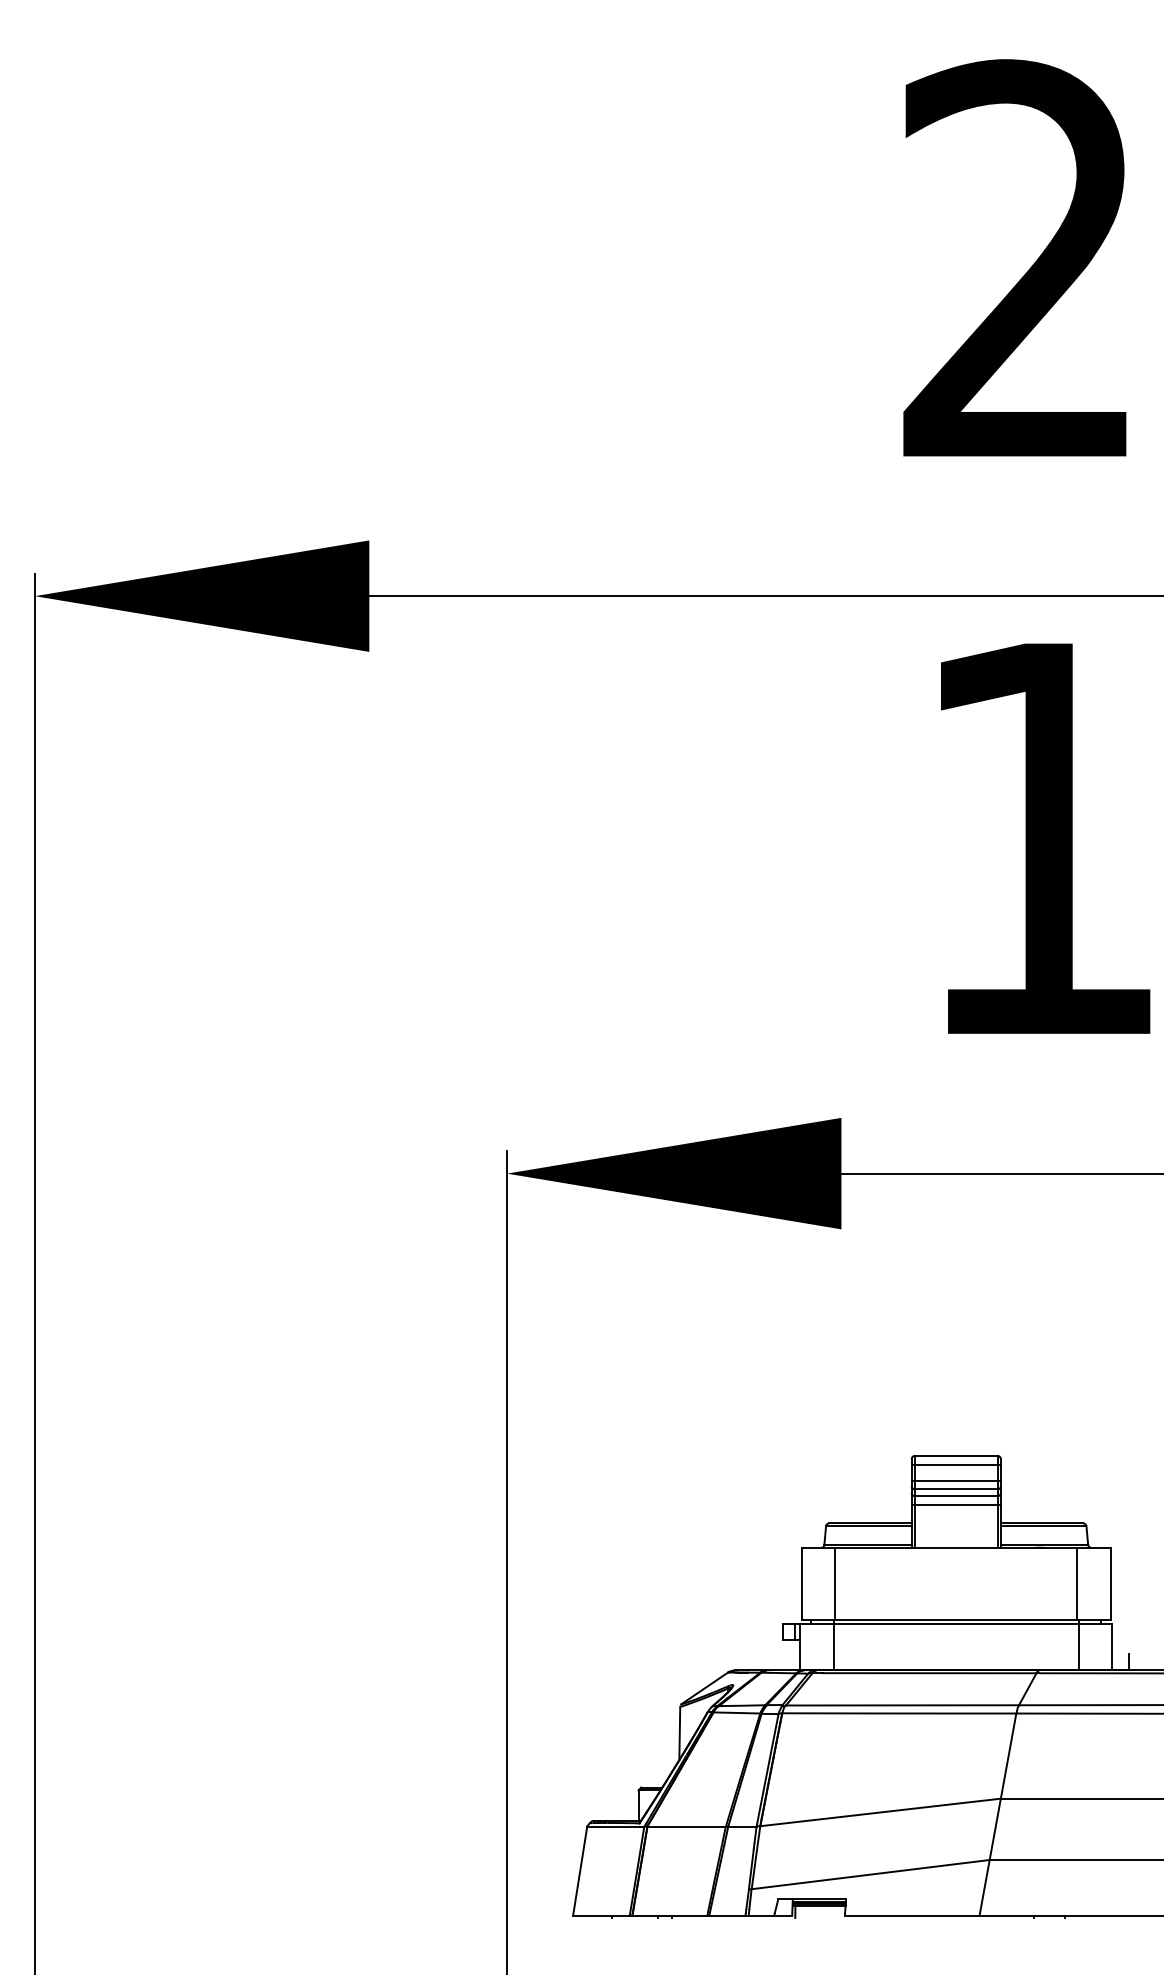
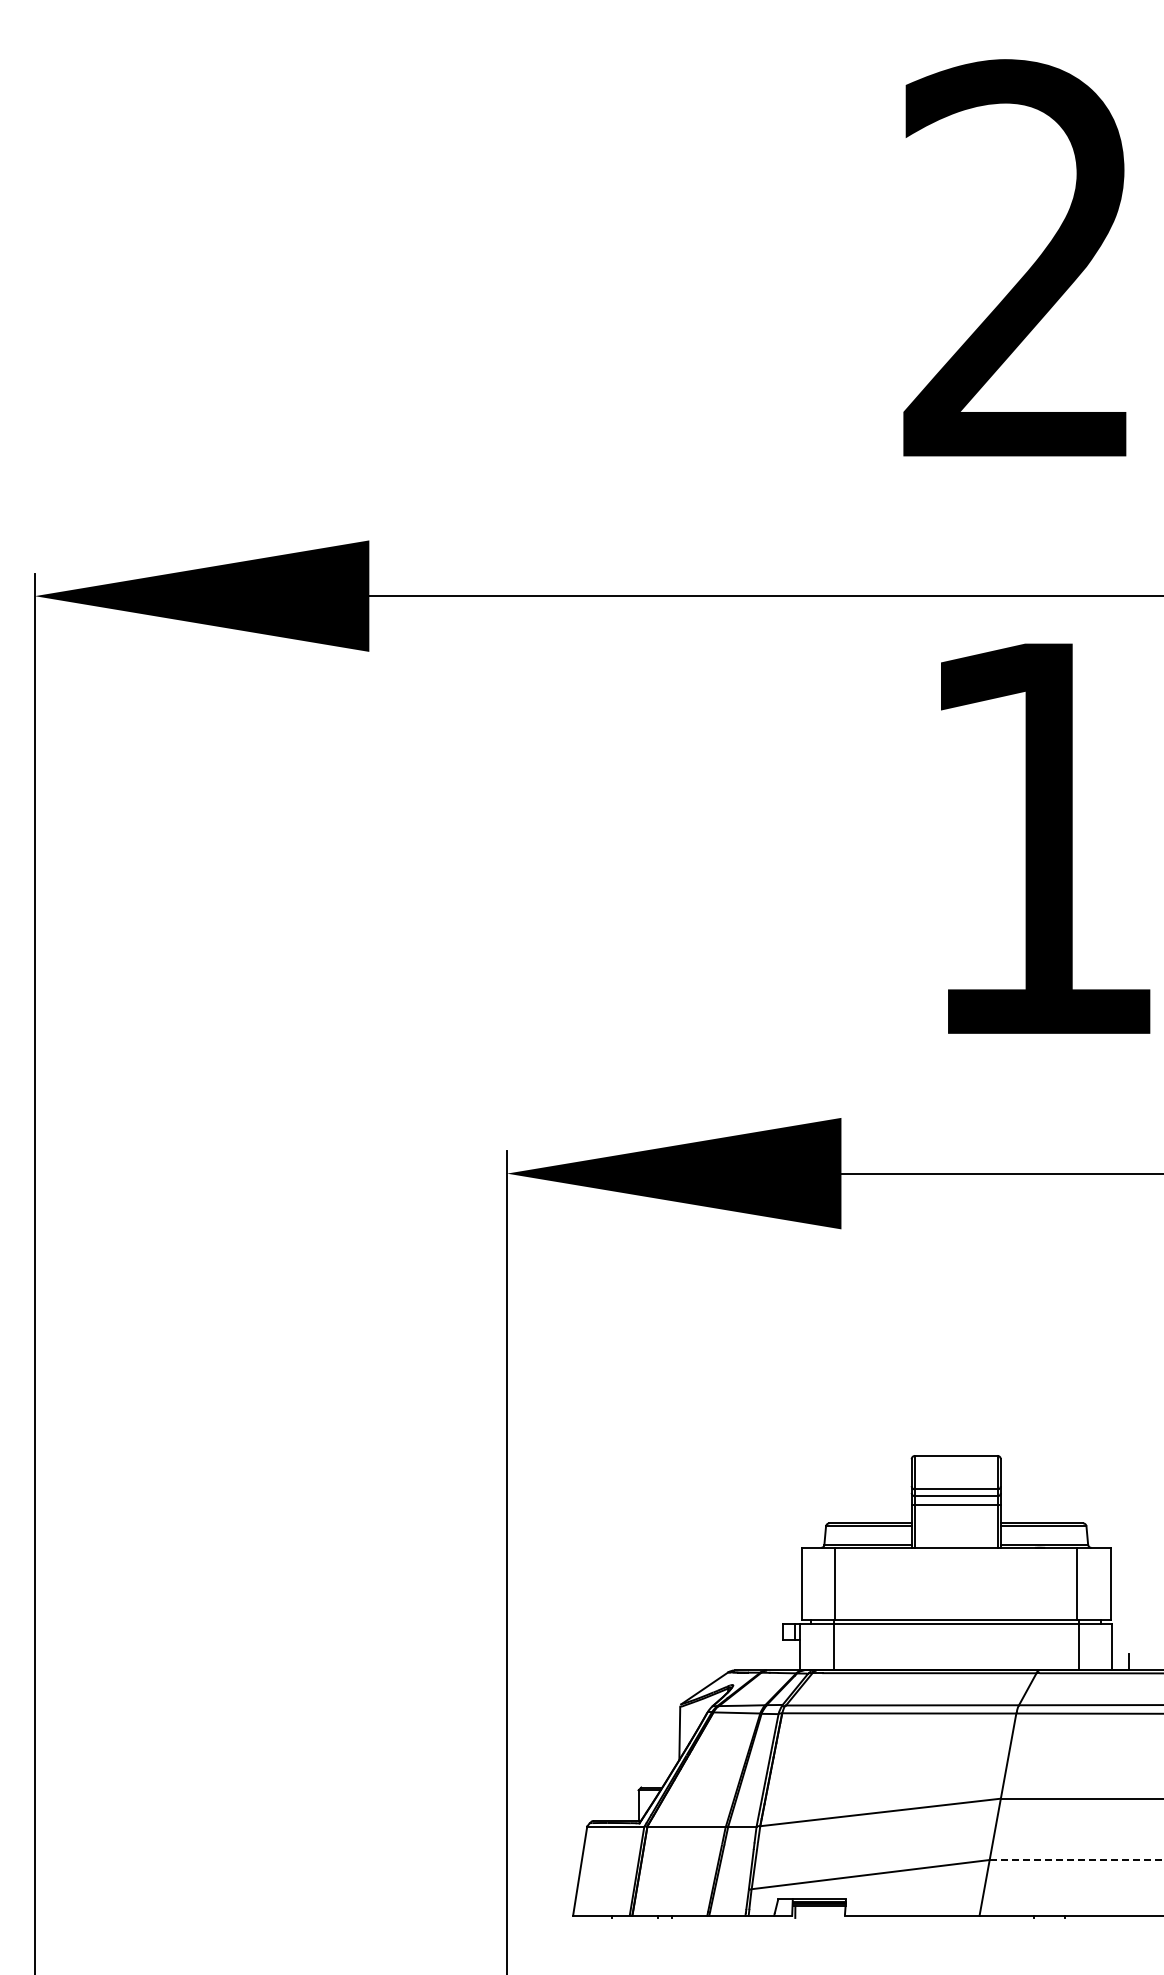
line at (955, 1464): present -> none
line at (955, 1480): present -> none
line at (1076, 1860): solid -> dashed
